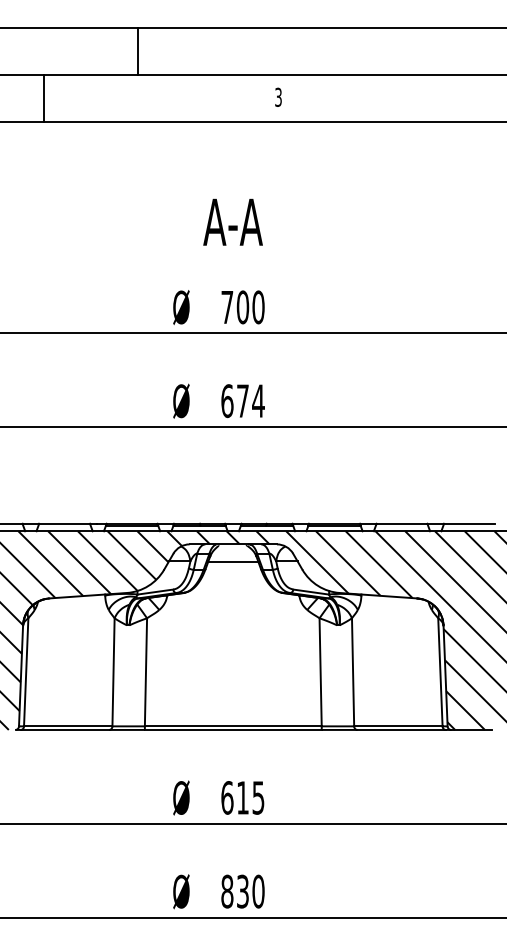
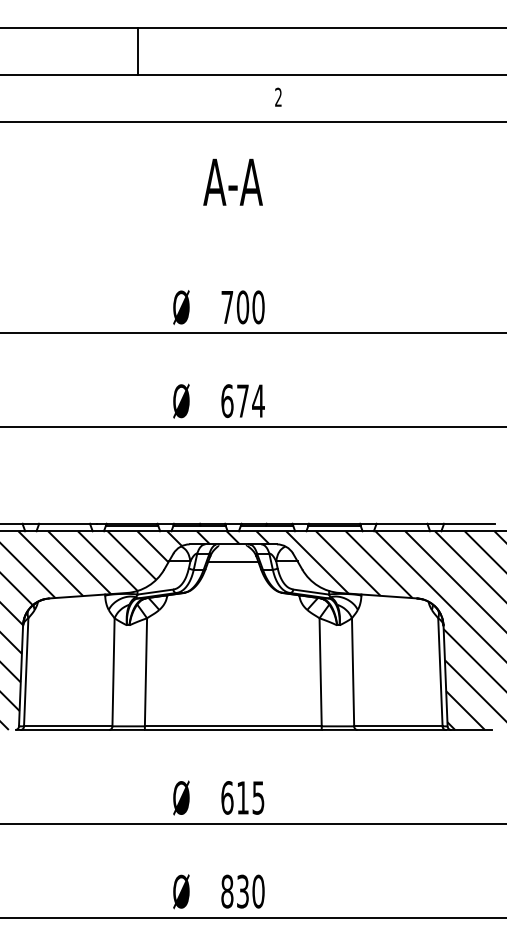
text at (278, 97): 3 -> 2
line at (44, 98): present -> none
text at (232, 221) position: (232, 221) -> (232, 181)
